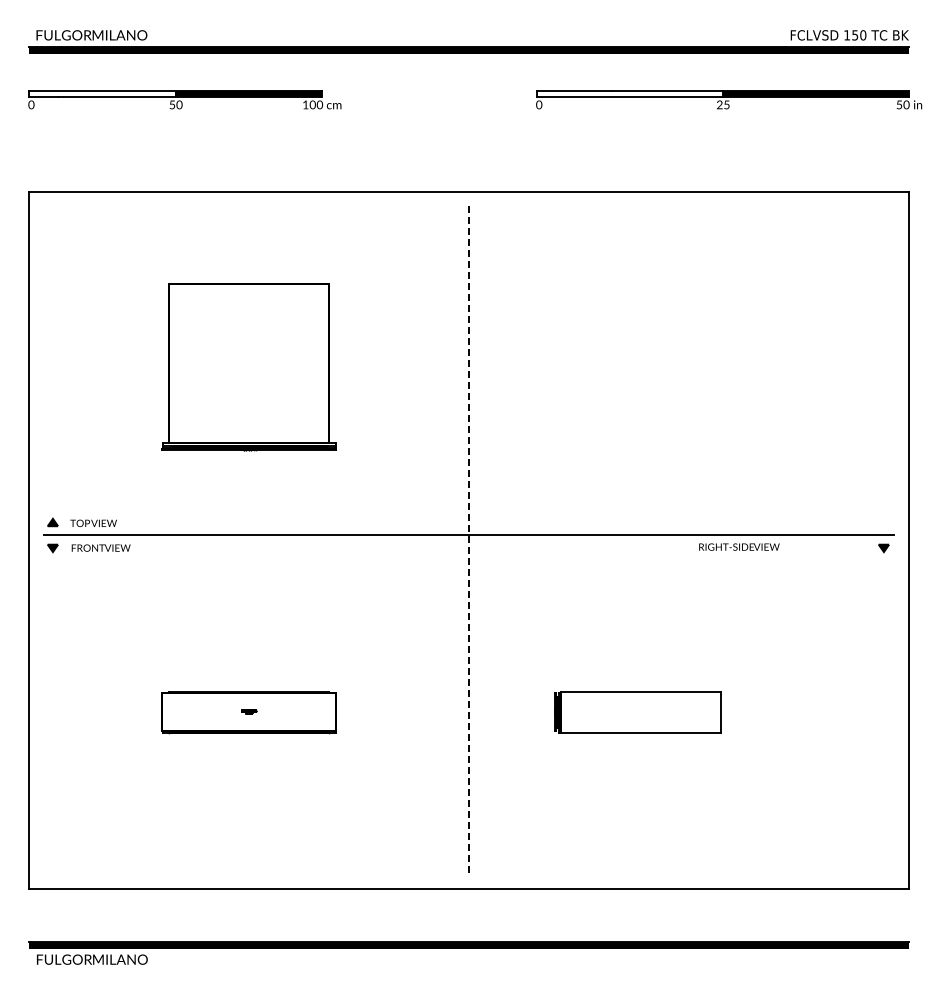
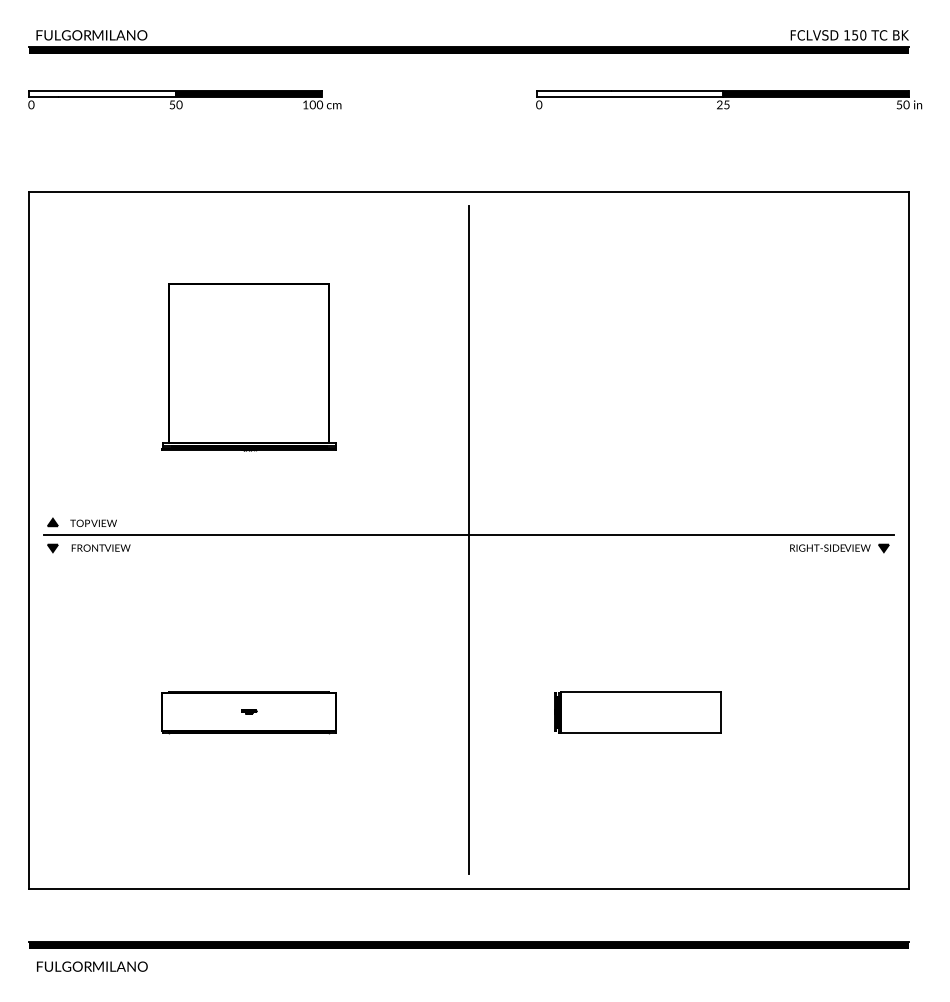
line at (469, 540): dashed -> solid
text at (739, 546) position: (739, 546) -> (830, 547)
text at (92, 959) position: (92, 959) -> (92, 966)
